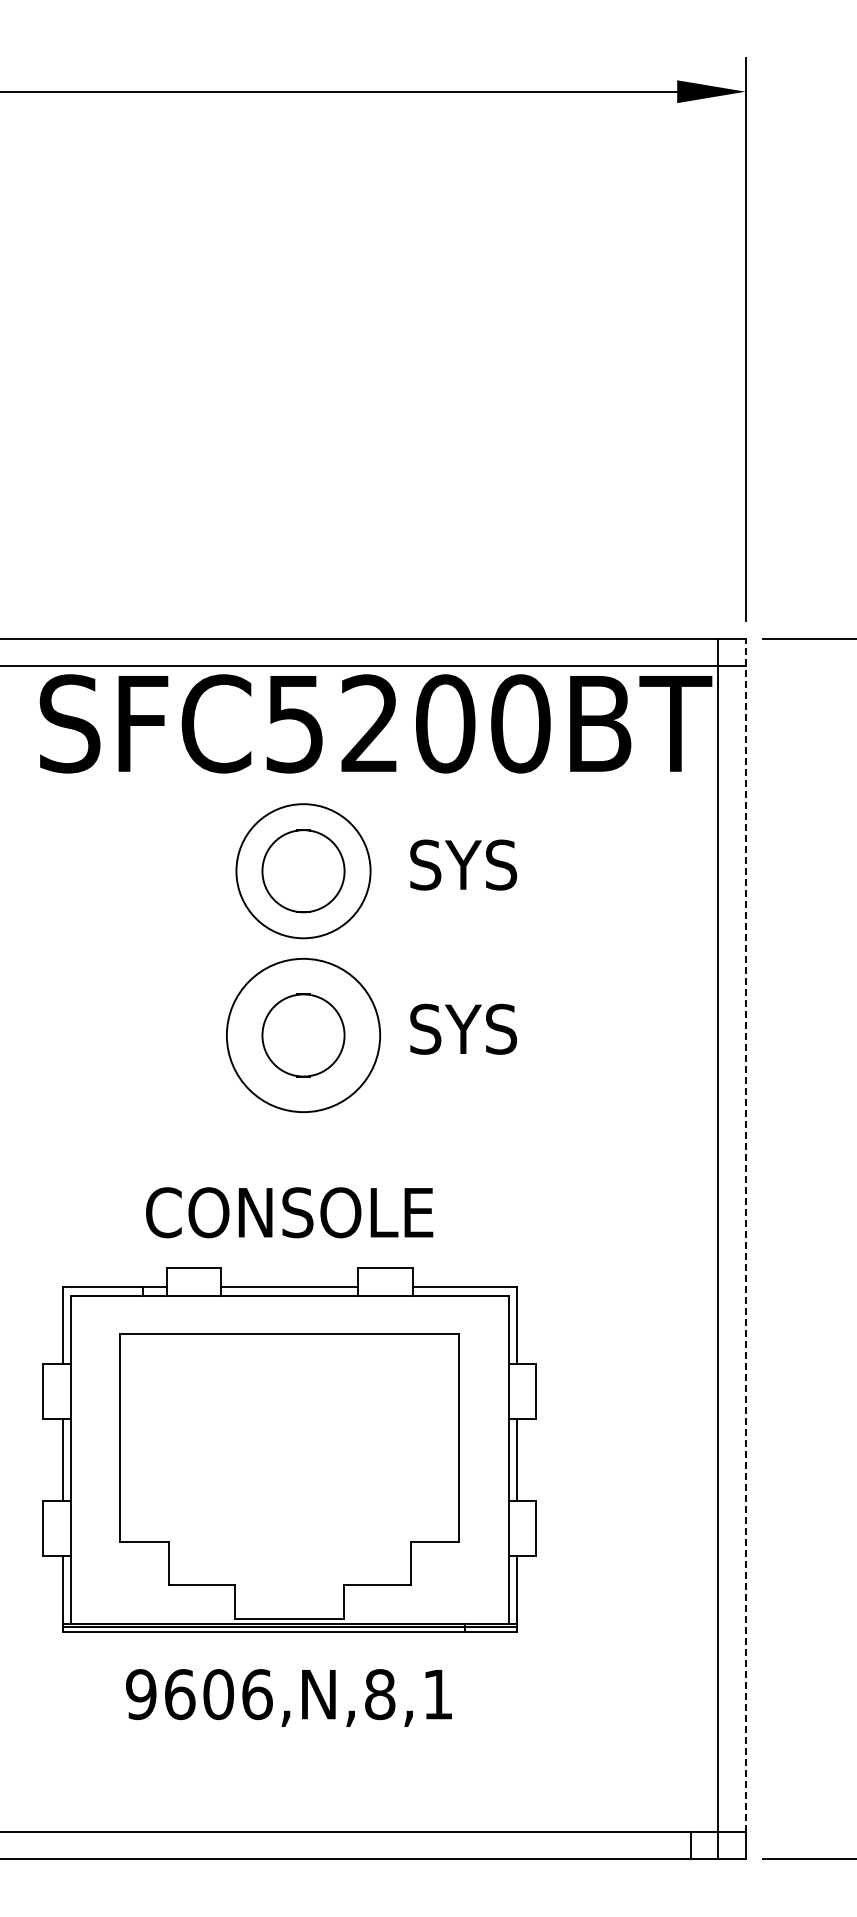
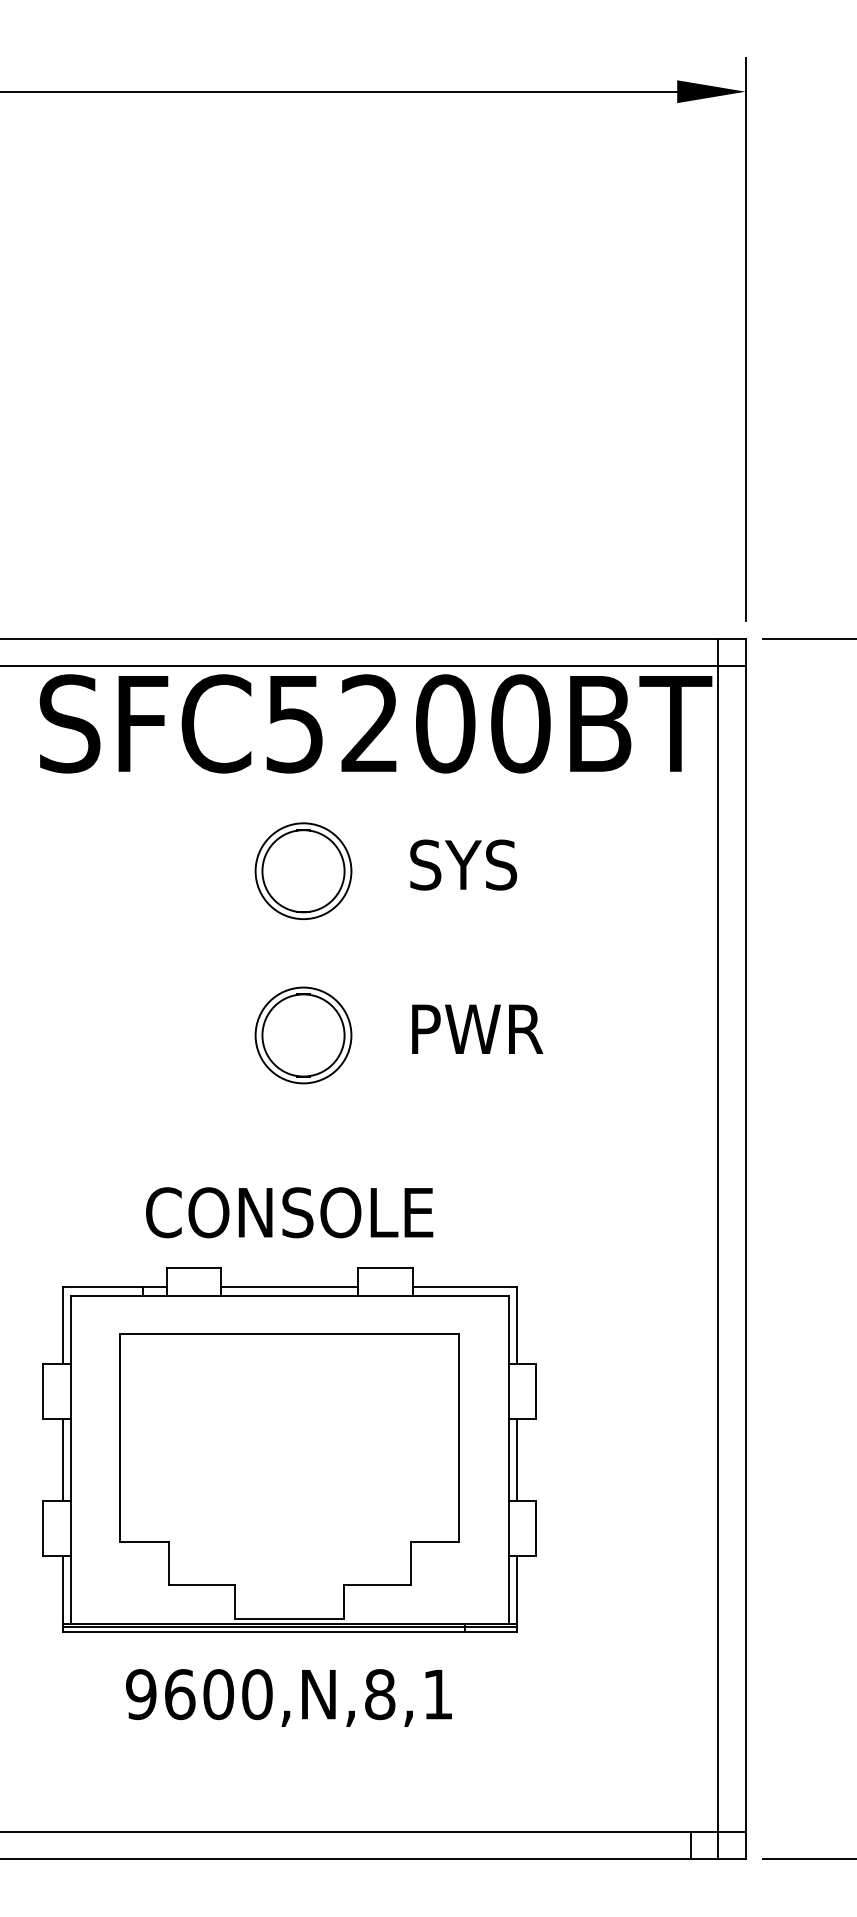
circle at (303, 871) diameter: 134 px -> 96 px
text at (476, 1028): SYS -> PWR
circle at (303, 1035) diameter: 153 px -> 96 px
line at (745, 1235): dashed -> solid
text at (257, 1694): 9606,N,8,1 -> 9600,N,8,1
